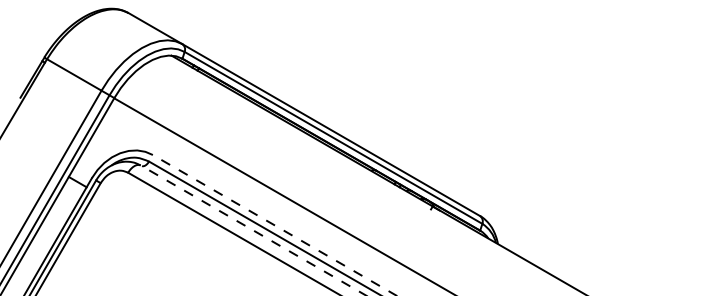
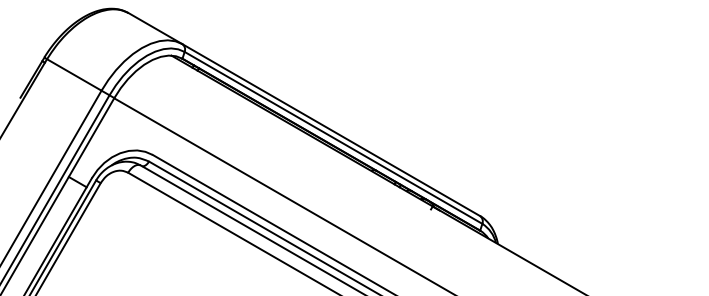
line at (274, 225): dashed -> solid
line at (253, 230): dashed -> solid
